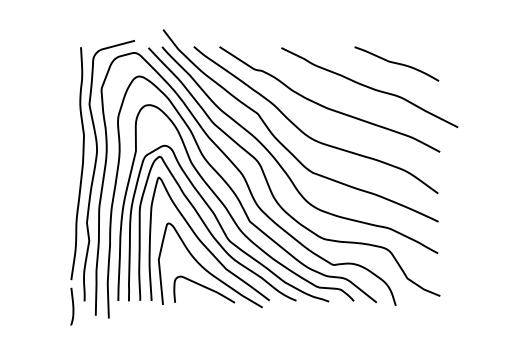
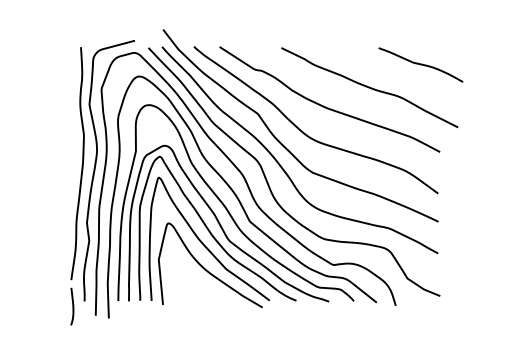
curve at (396, 63) position: (396, 63) -> (420, 64)
curve at (205, 288): present -> none
